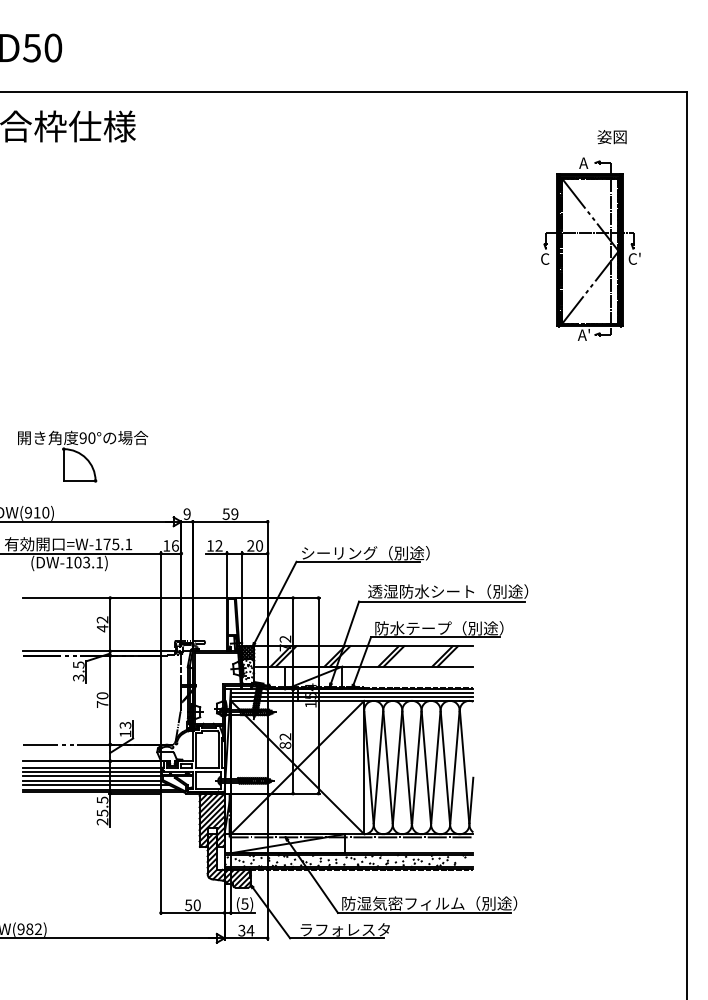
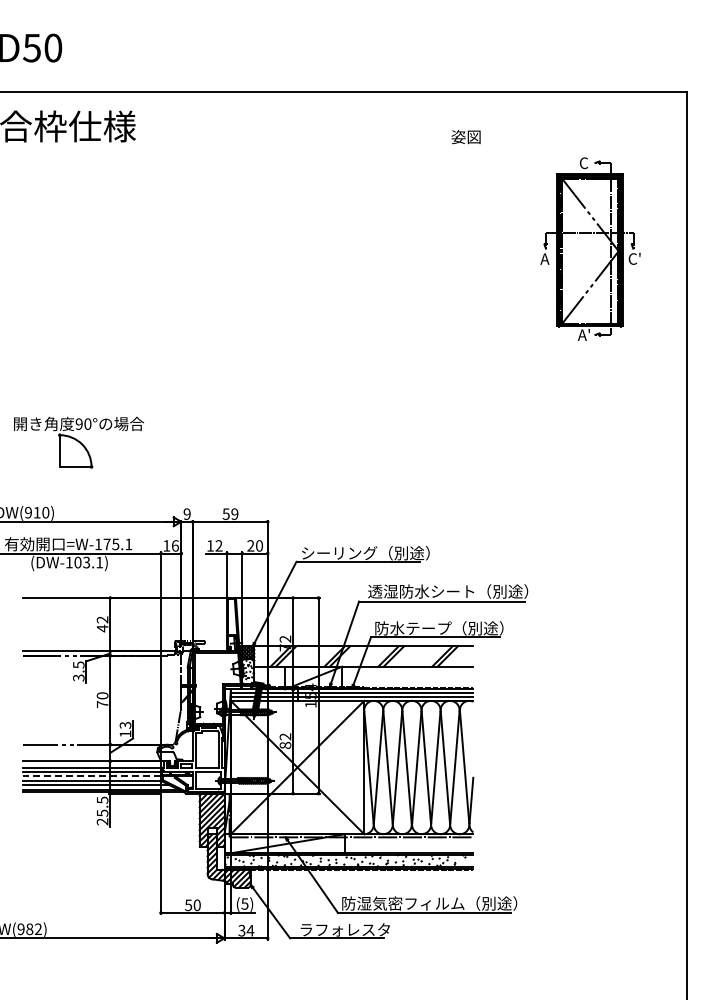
text at (611, 137) position: (611, 137) -> (465, 137)
text at (583, 163): A -> C
text at (544, 258): C -> A
part at (83, 456) position: (83, 456) -> (79, 442)
line at (92, 776): solid -> dashed
